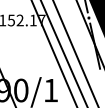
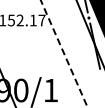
line at (53, 53): present -> none
line at (75, 53): present -> none
line at (64, 54): solid -> dashed
